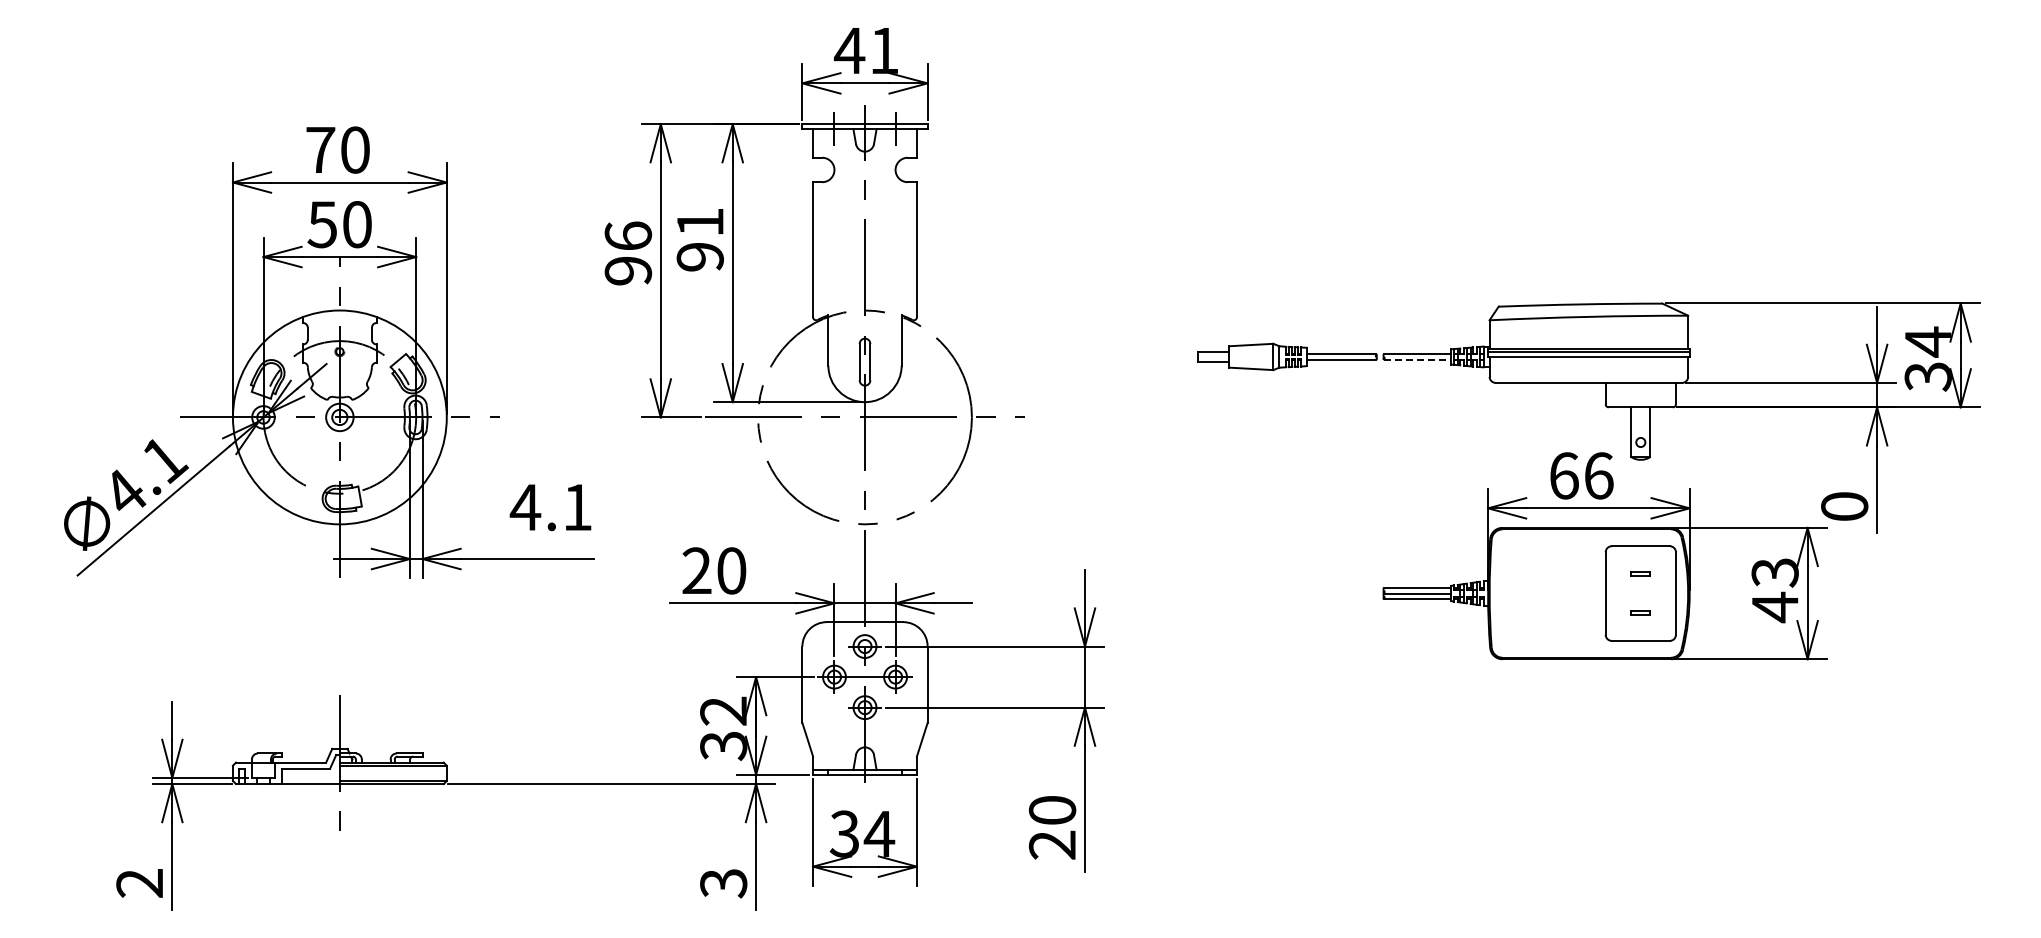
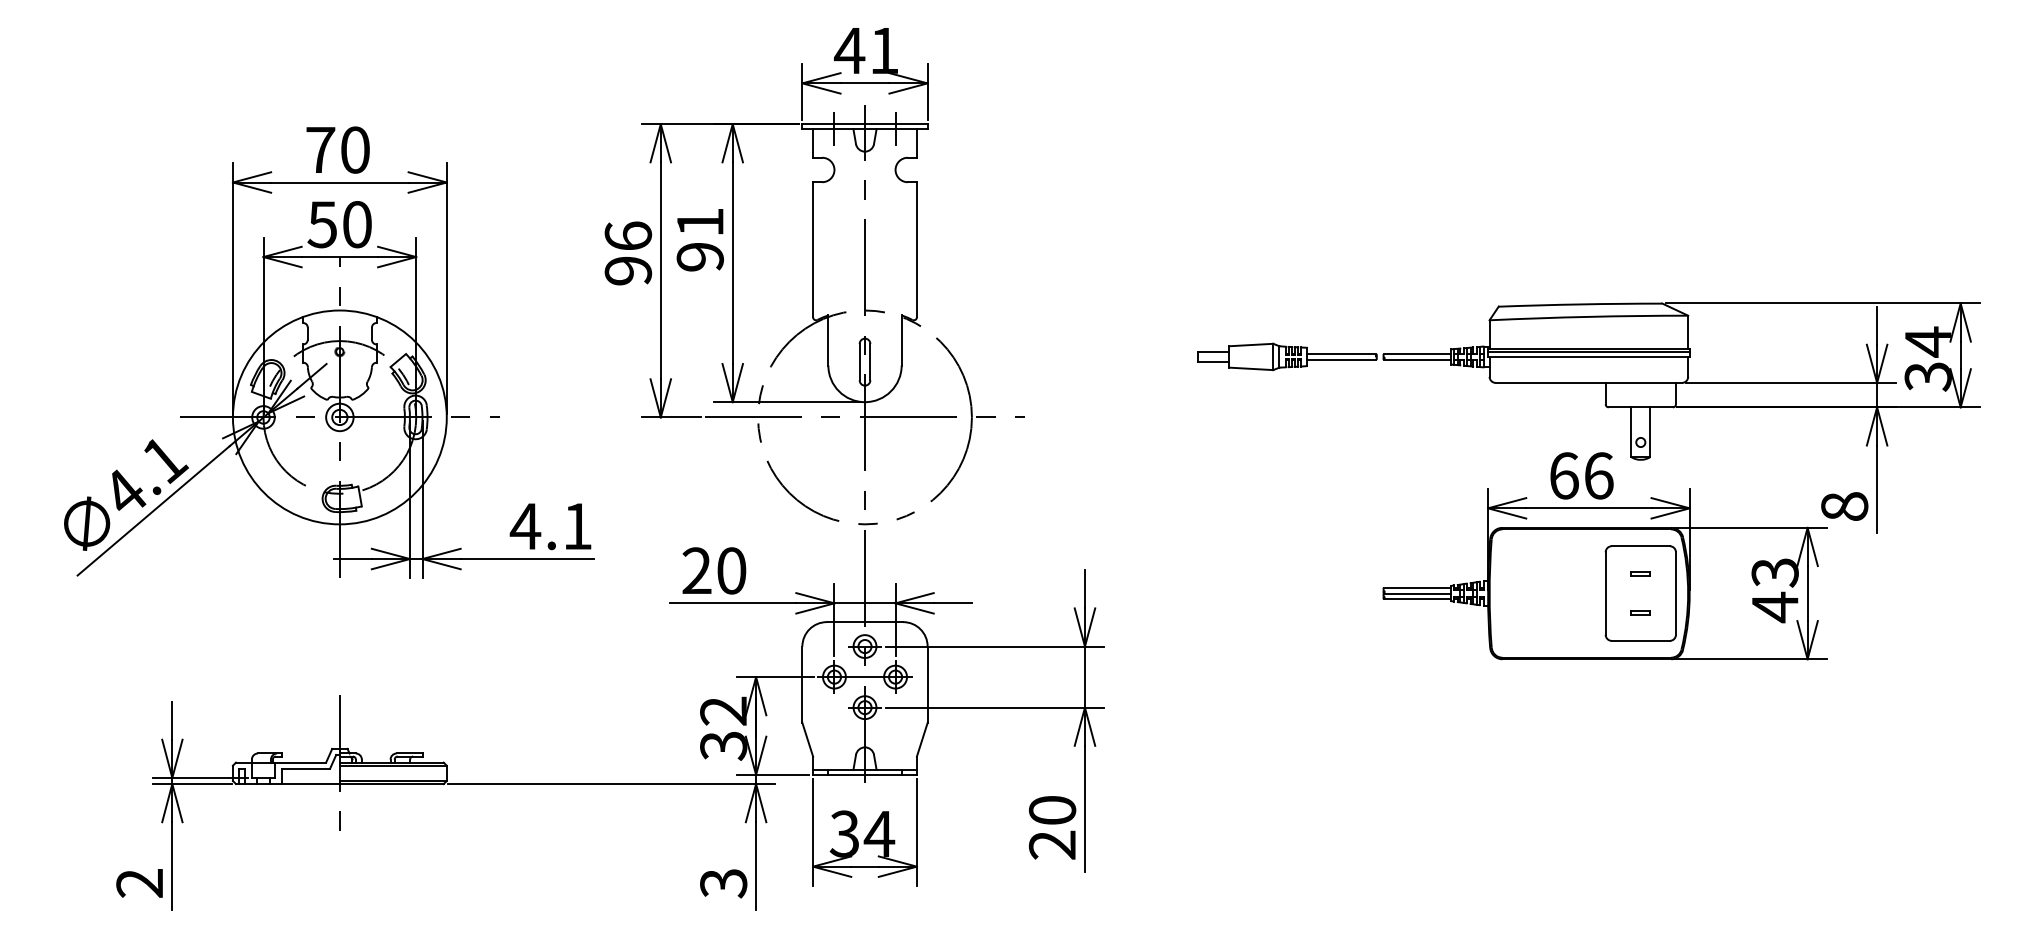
line at (1417, 359): dashed -> solid
text at (1844, 506): 0 -> 8
text at (550, 507) position: (550, 507) -> (550, 526)
